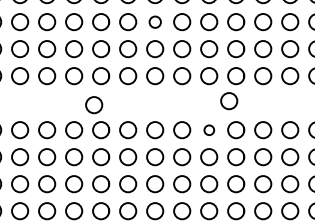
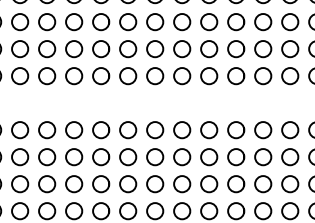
circle at (154, 21) size: 14x14 px -> 19x19 px
circle at (229, 101): present -> none
circle at (94, 105): present -> none
circle at (208, 129) size: 12x12 px -> 19x19 px
